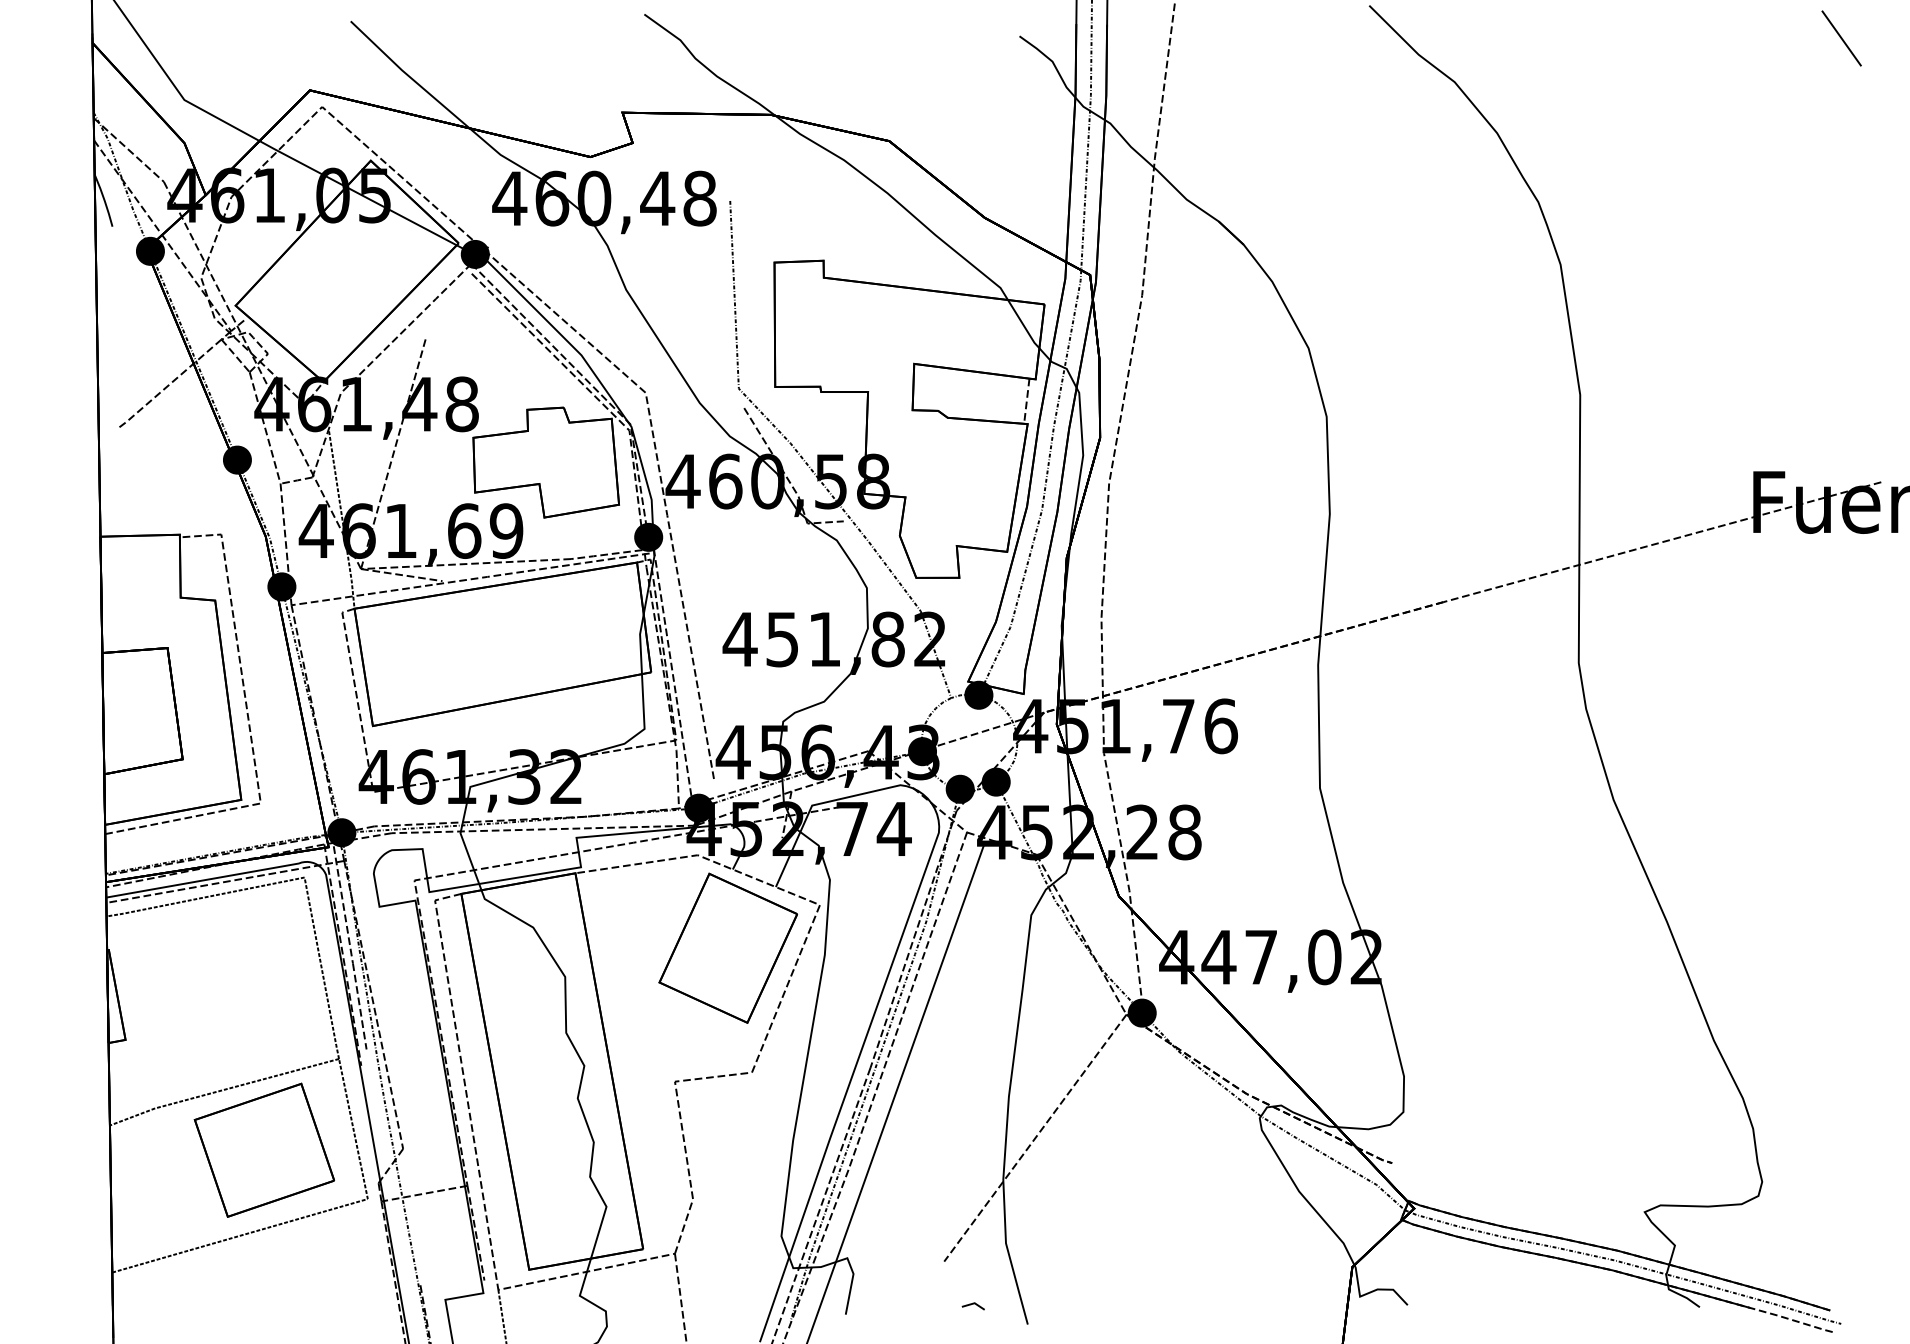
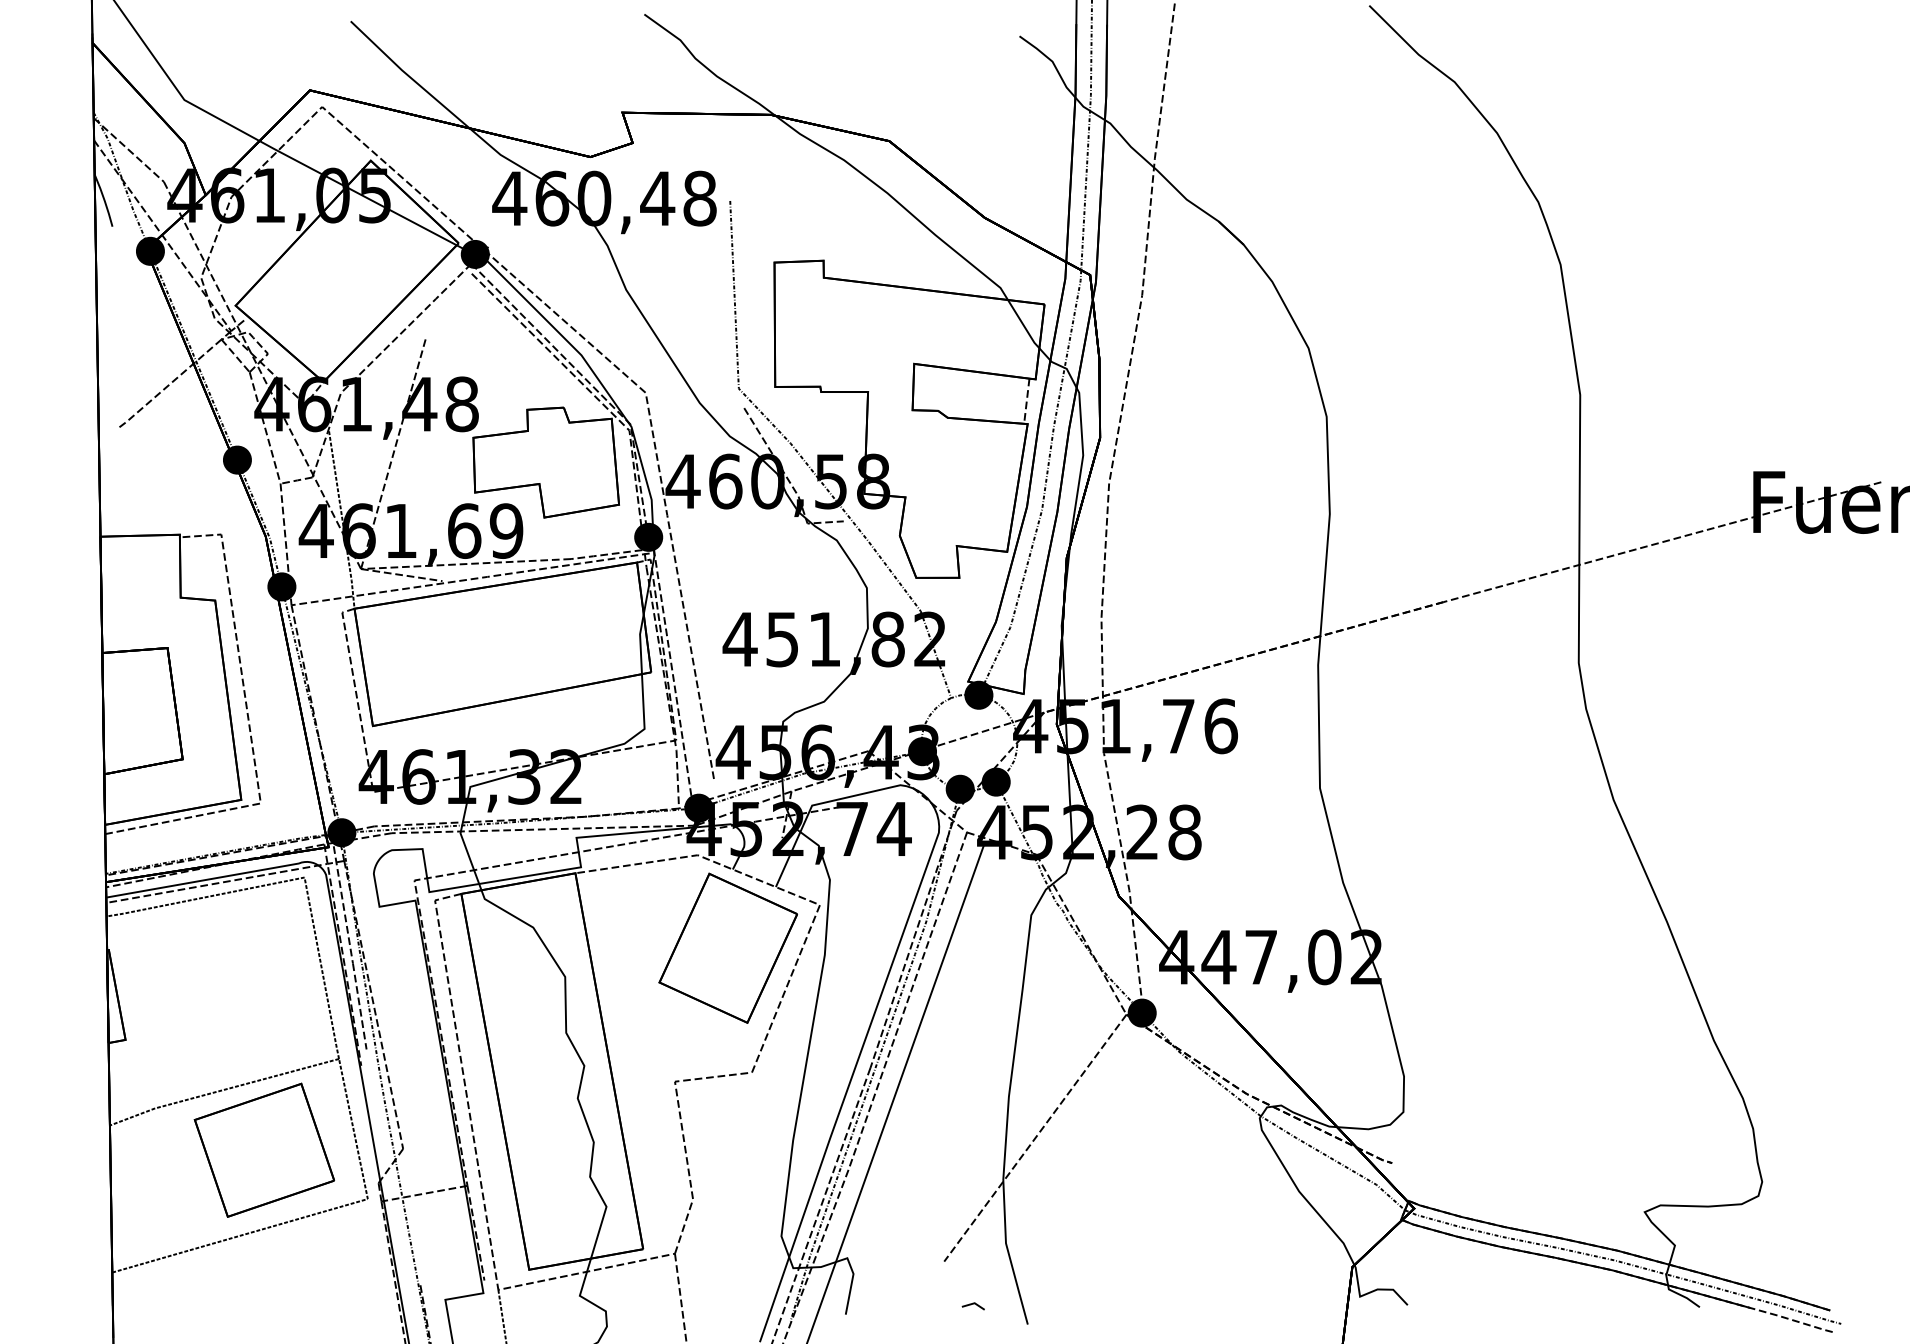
line at (1841, 38): present -> none
